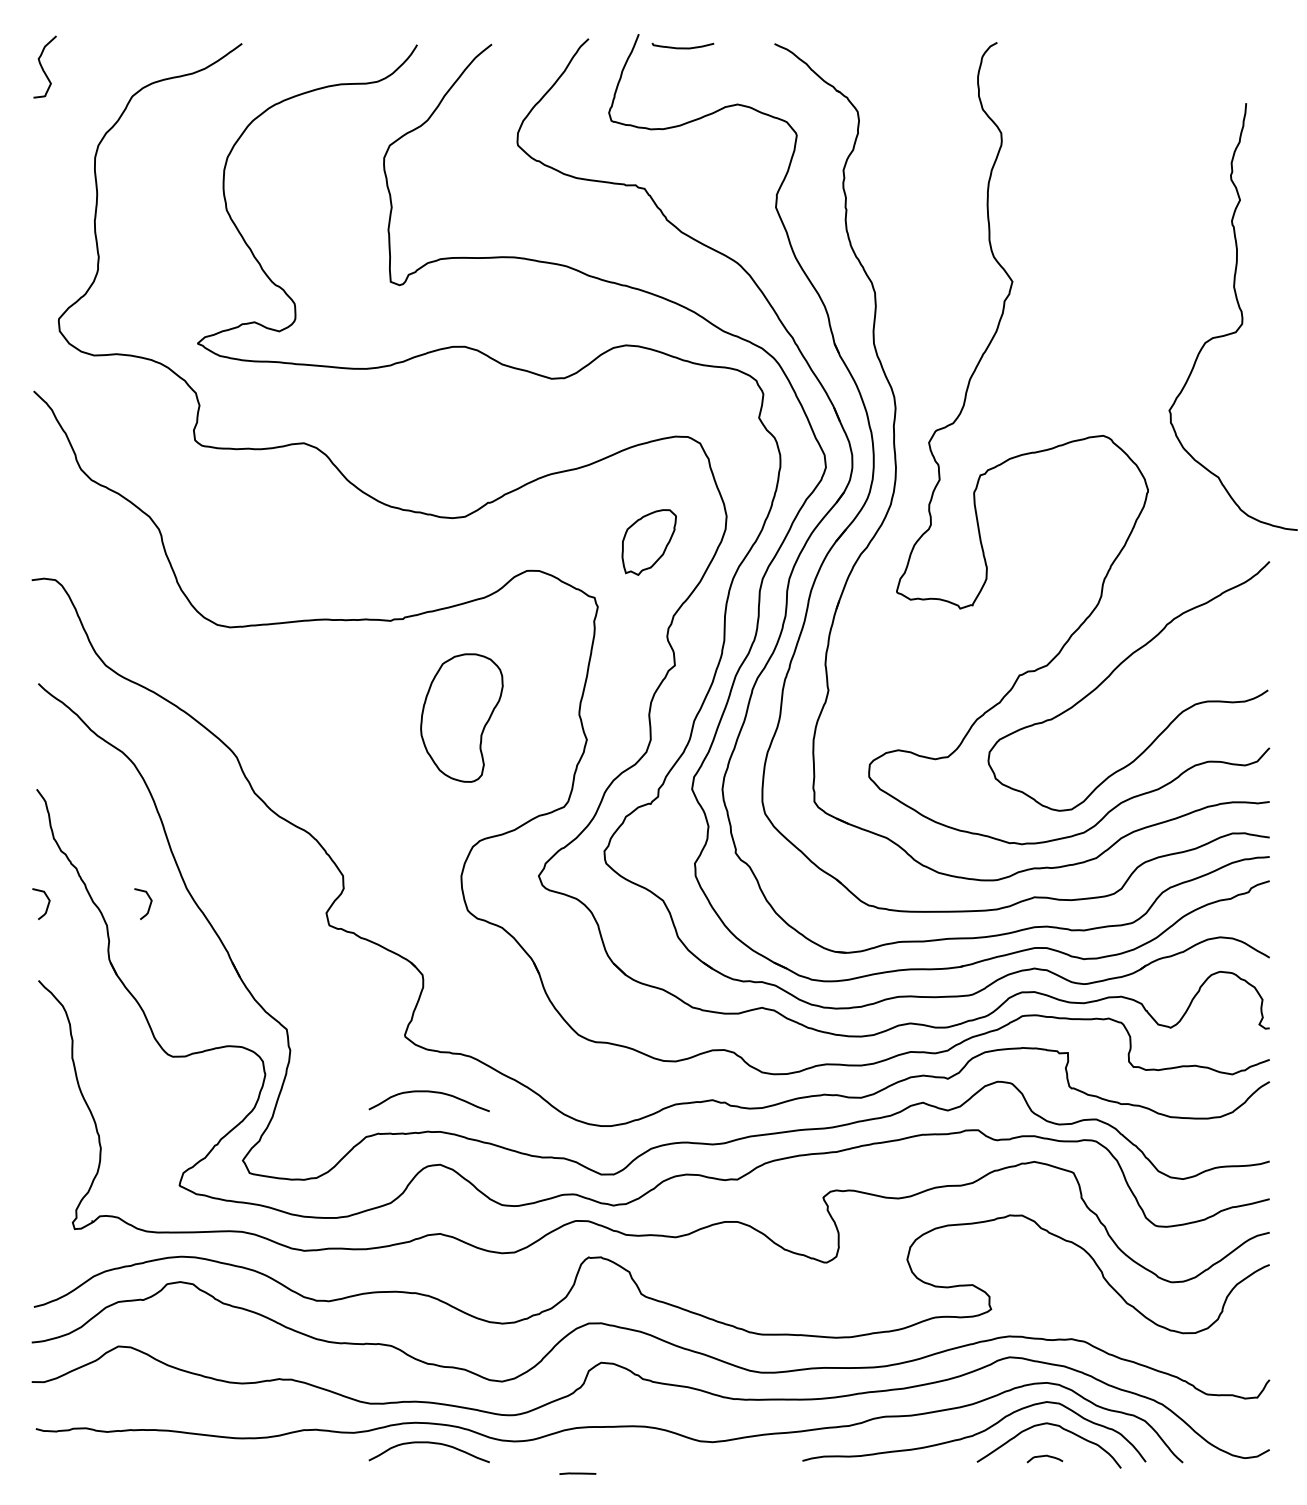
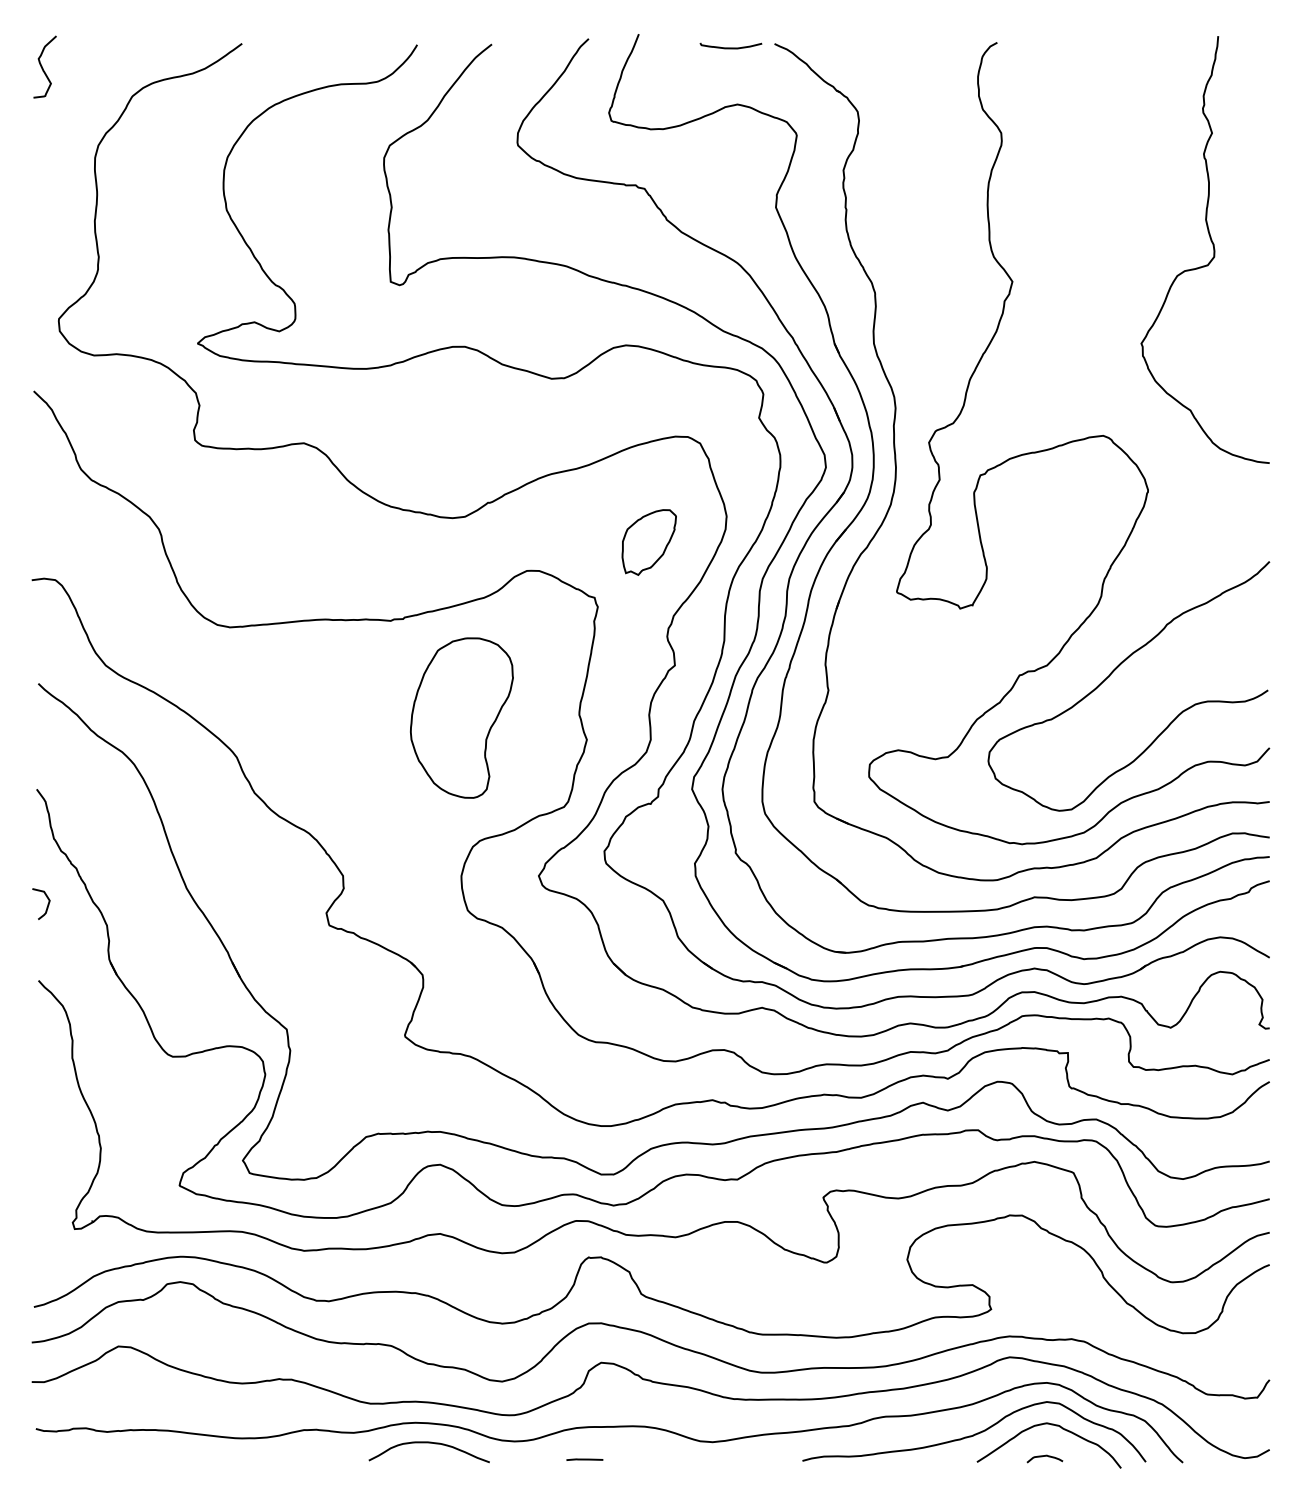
curve at (682, 47) position: (682, 47) -> (730, 47)
curve at (1240, 312) position: (1240, 312) -> (1212, 245)
part at (461, 717) size: 84x130 px -> 104x162 px
curve at (149, 904): present -> none
curve at (428, 1092): present -> none
line at (577, 1473) position: (577, 1473) -> (584, 1459)
